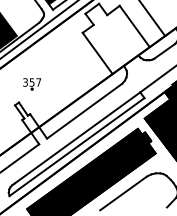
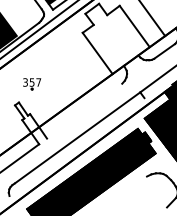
line at (84, 110): present -> none
line at (76, 147): present -> none
line at (123, 193): present -> none
